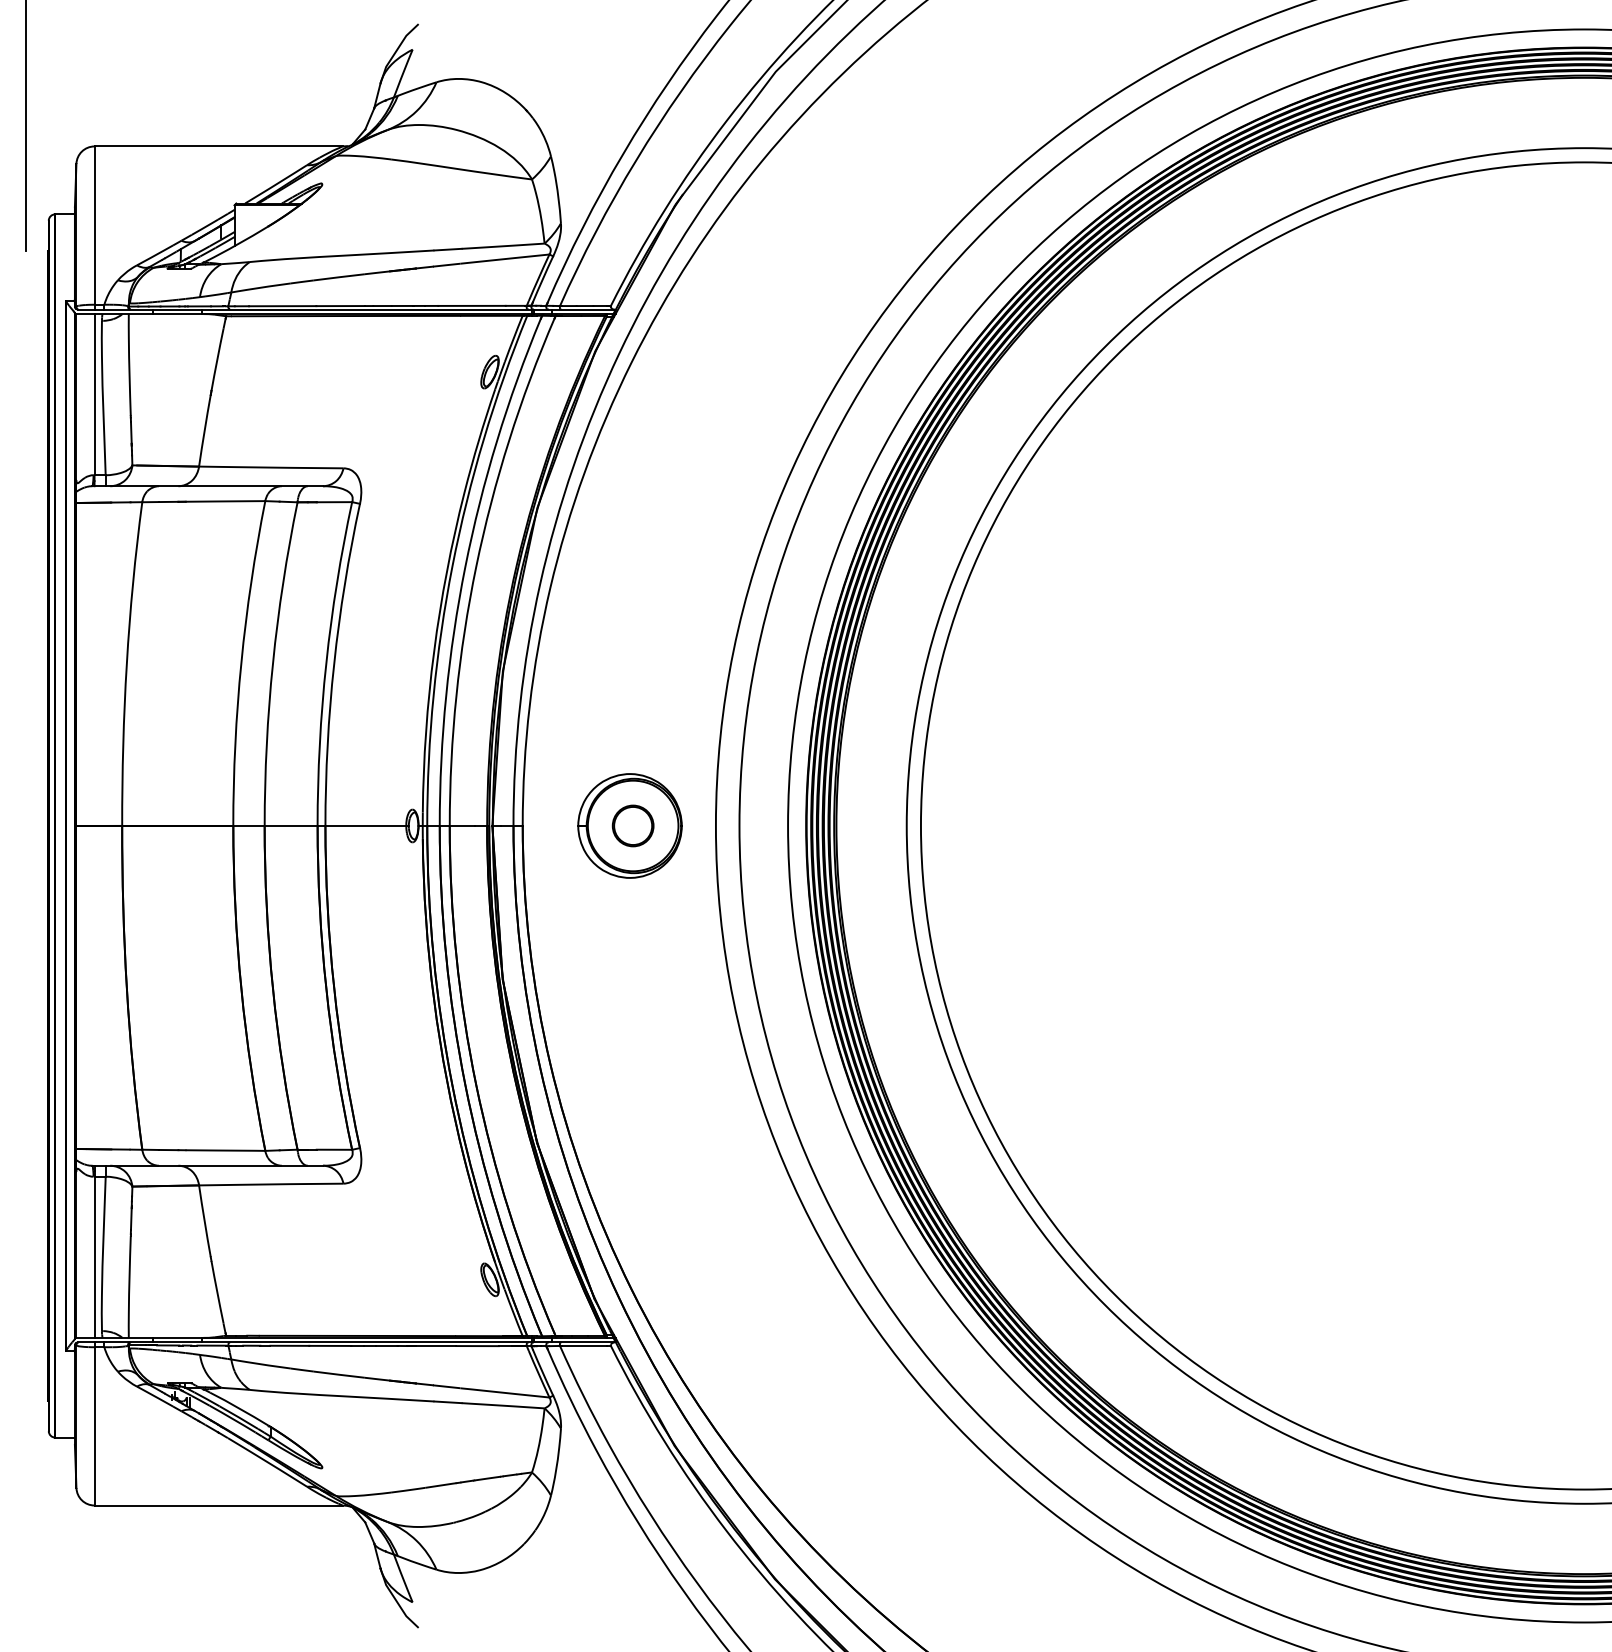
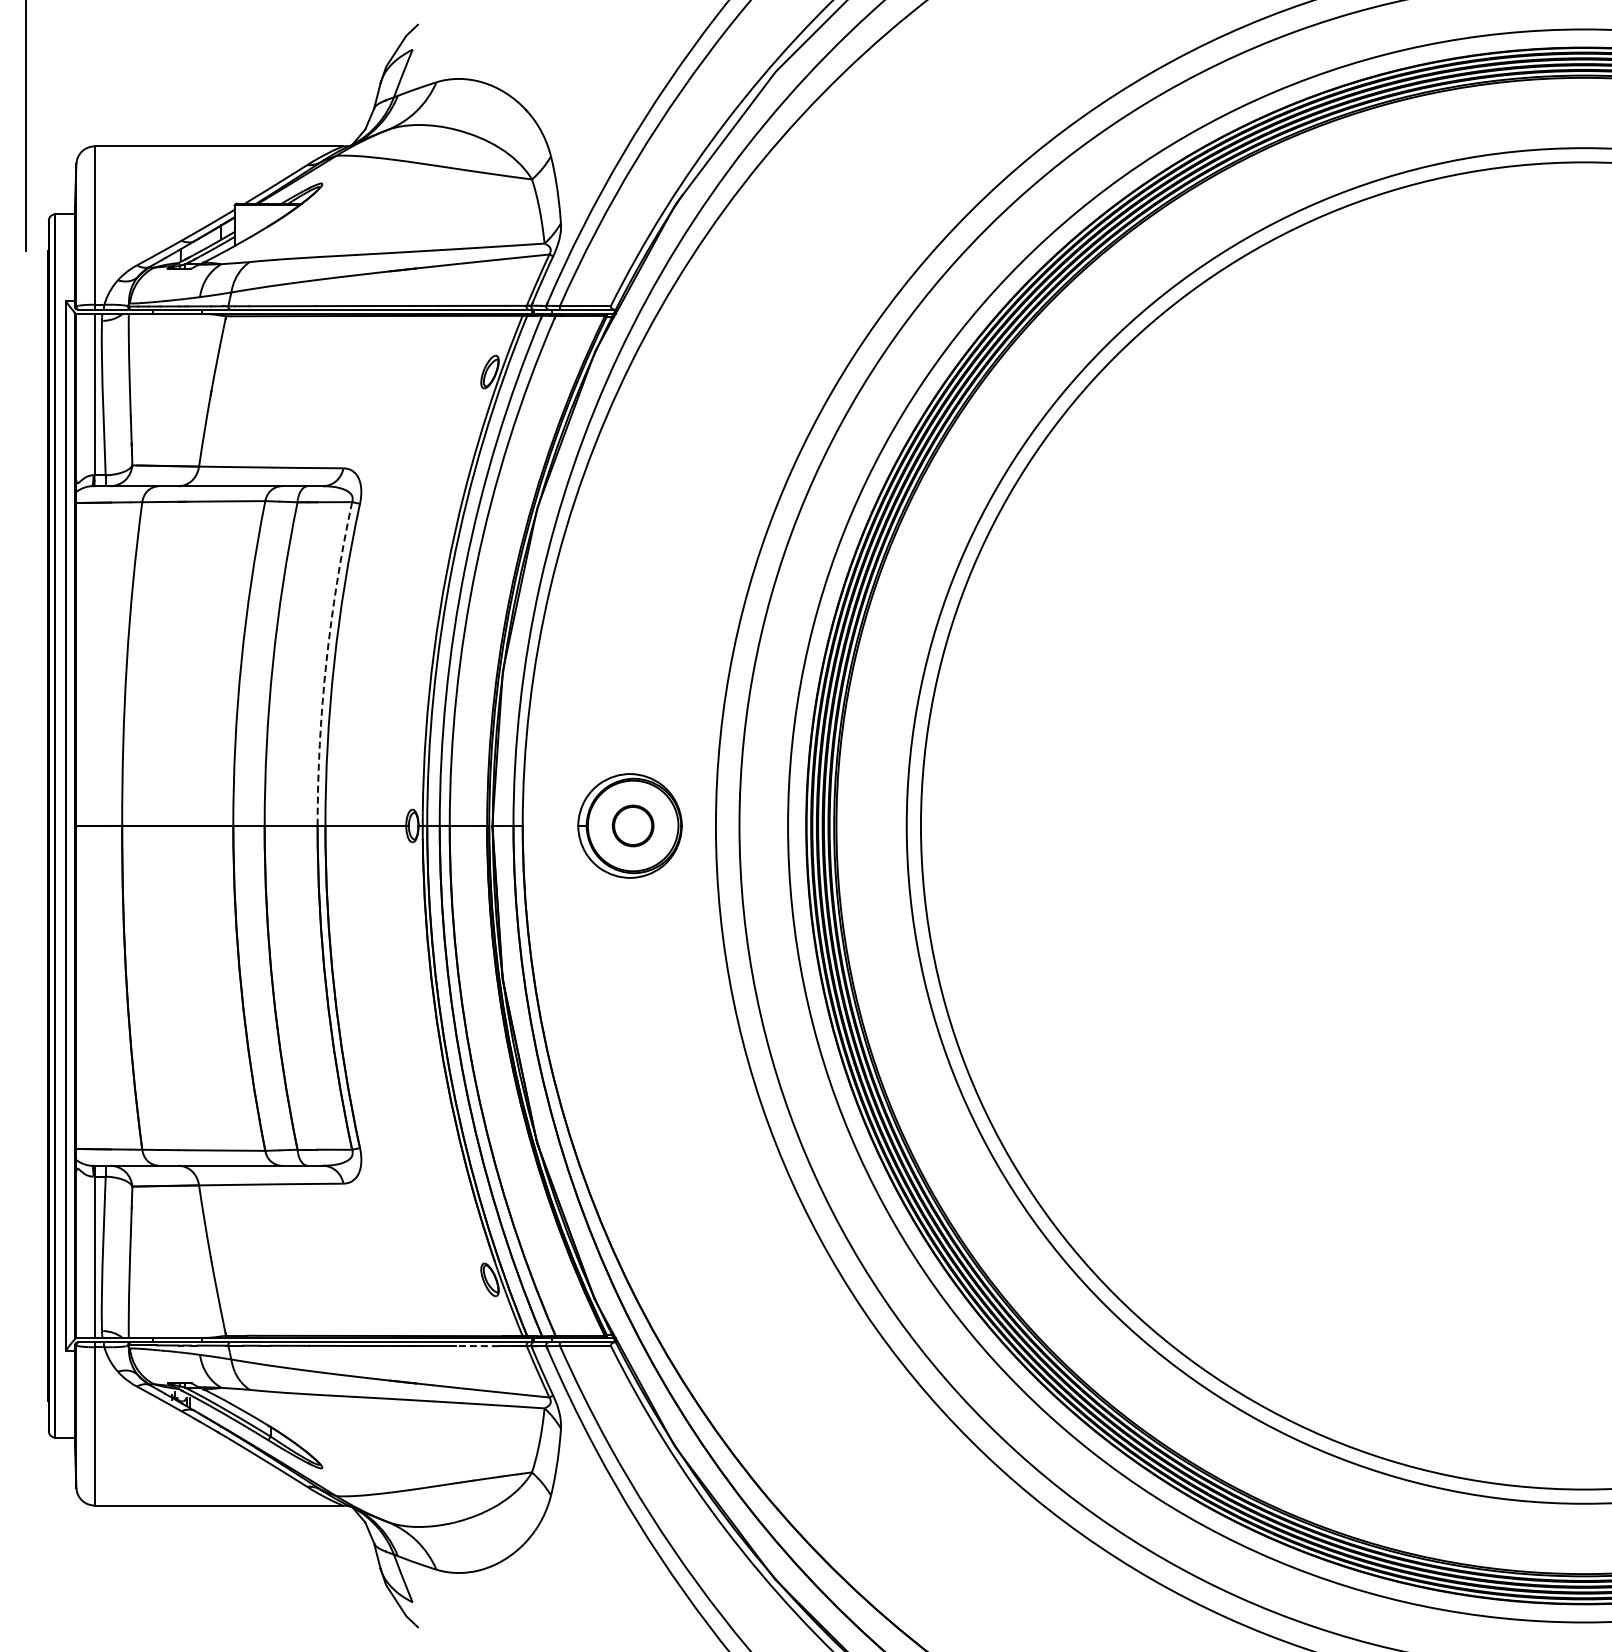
arc at (326, 663): solid -> dashed
line at (477, 1346): solid -> dashed
